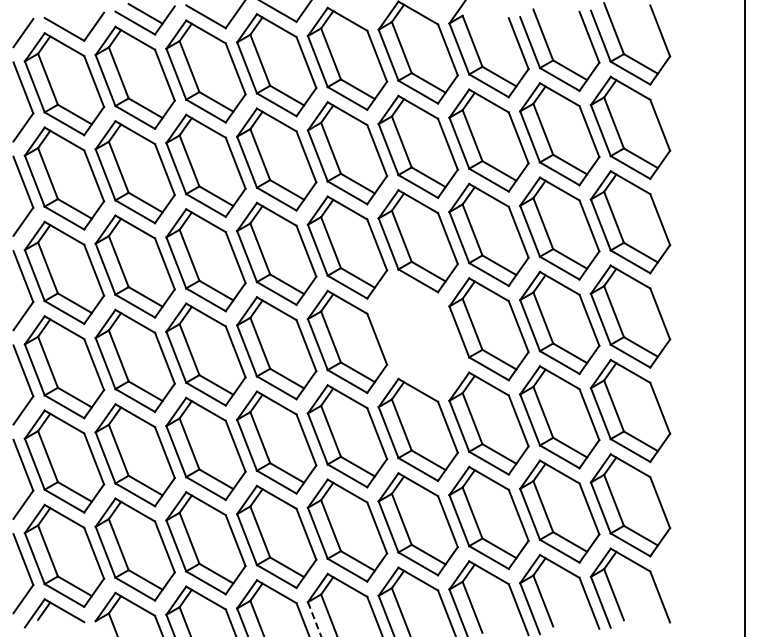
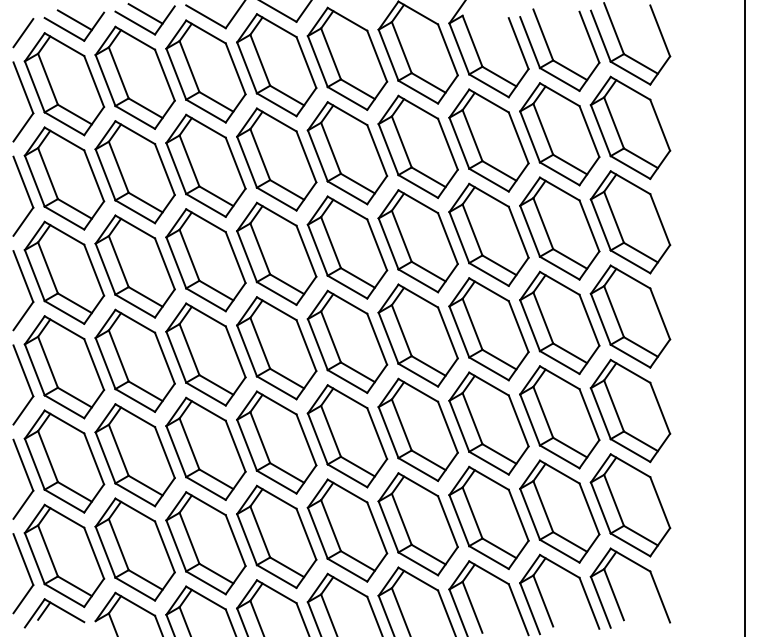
line at (74, 20): none -> present
part at (417, 335): none -> present
line at (314, 619): dashed -> solid
